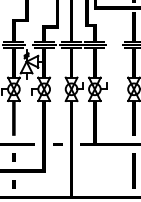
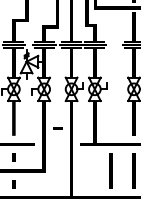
line at (57, 144) position: (57, 144) -> (57, 128)
line at (110, 170): none -> present
